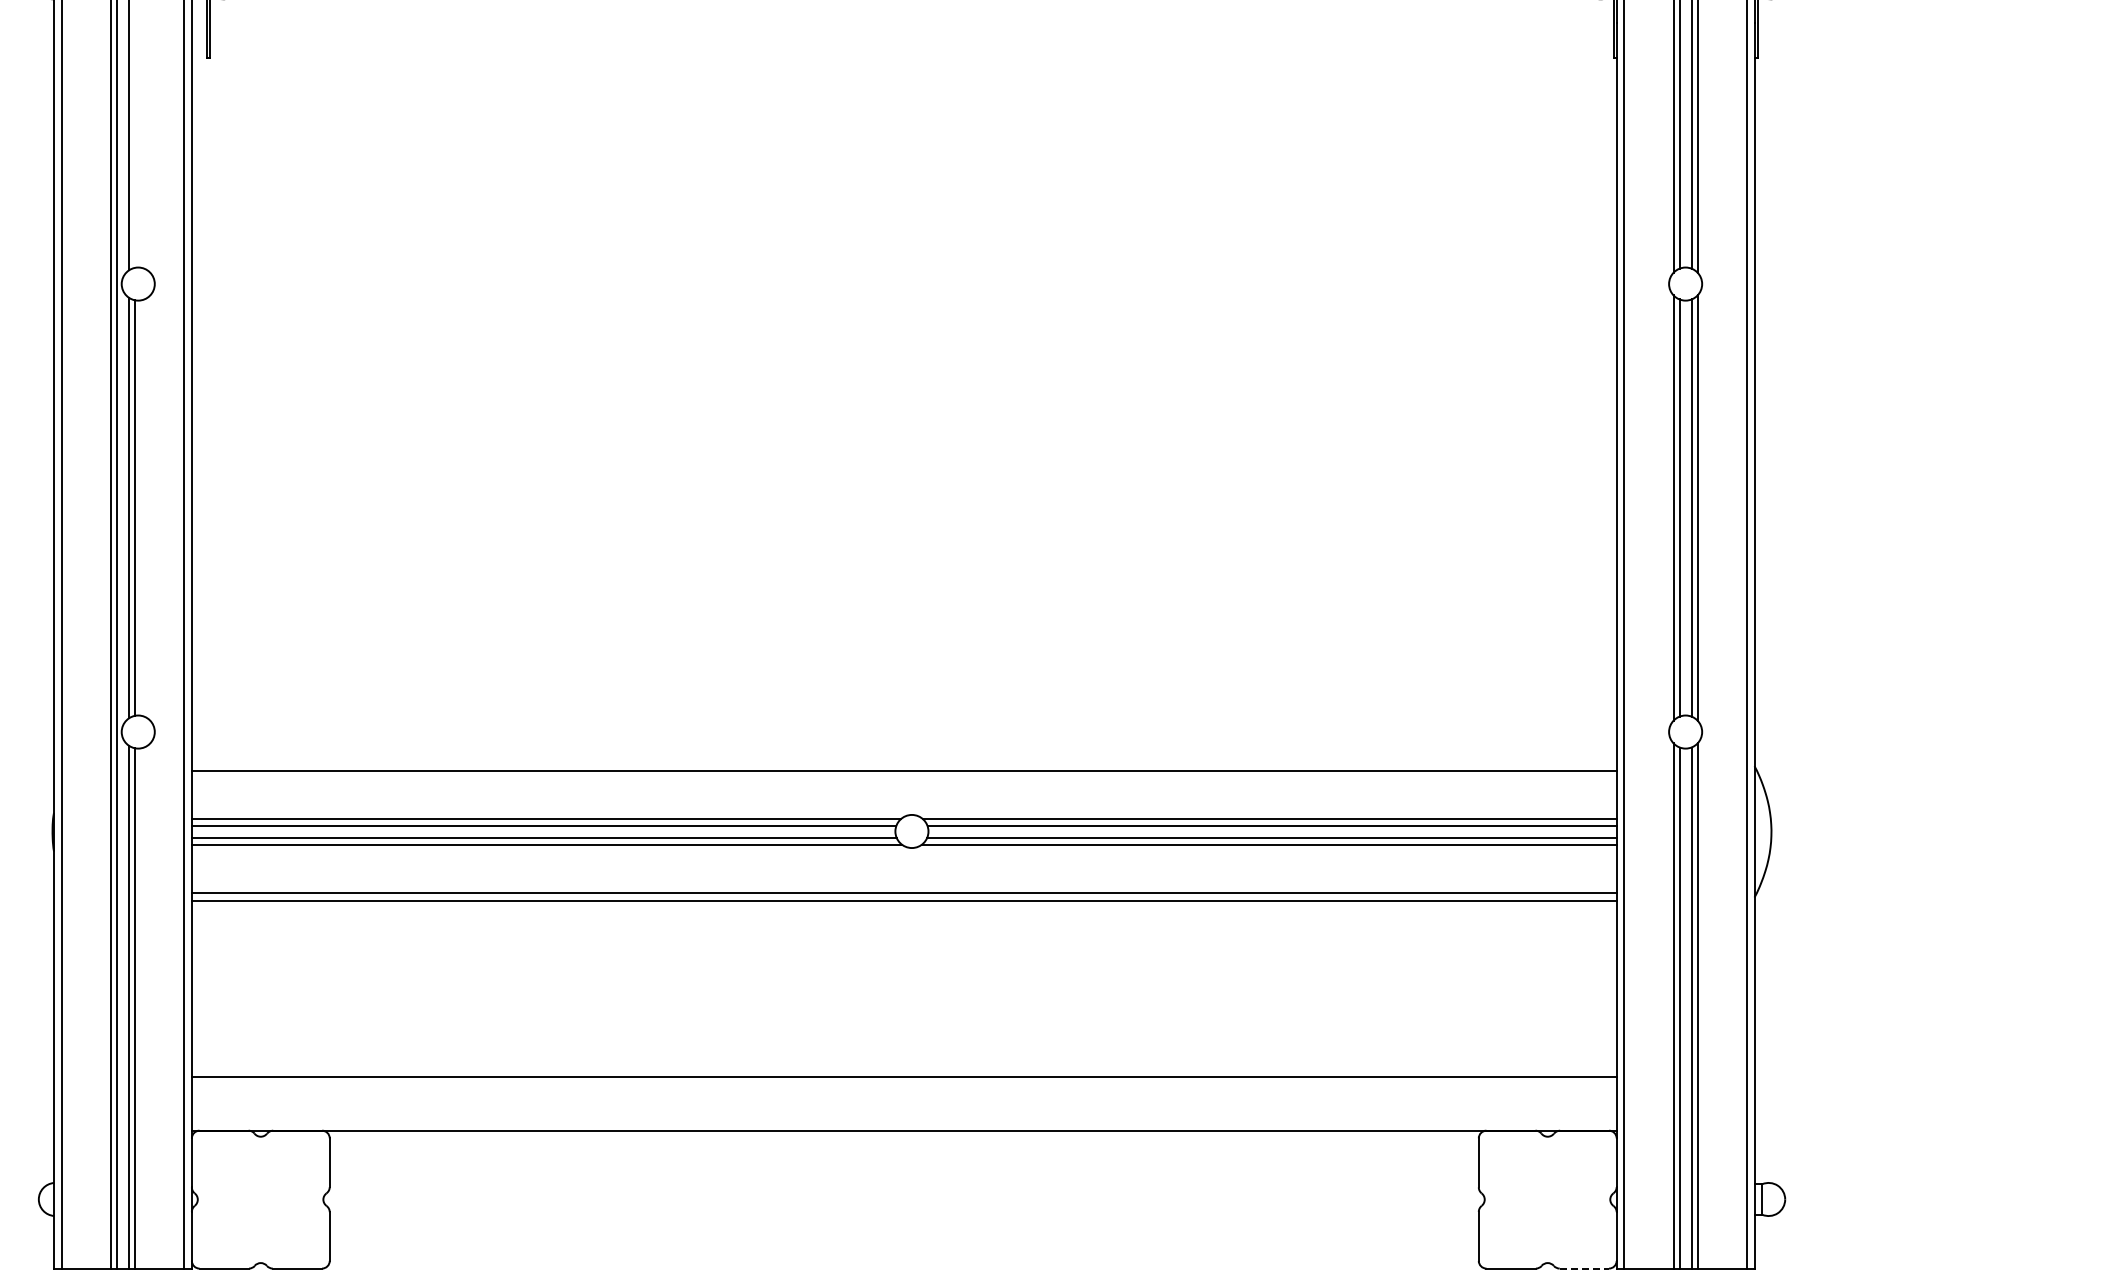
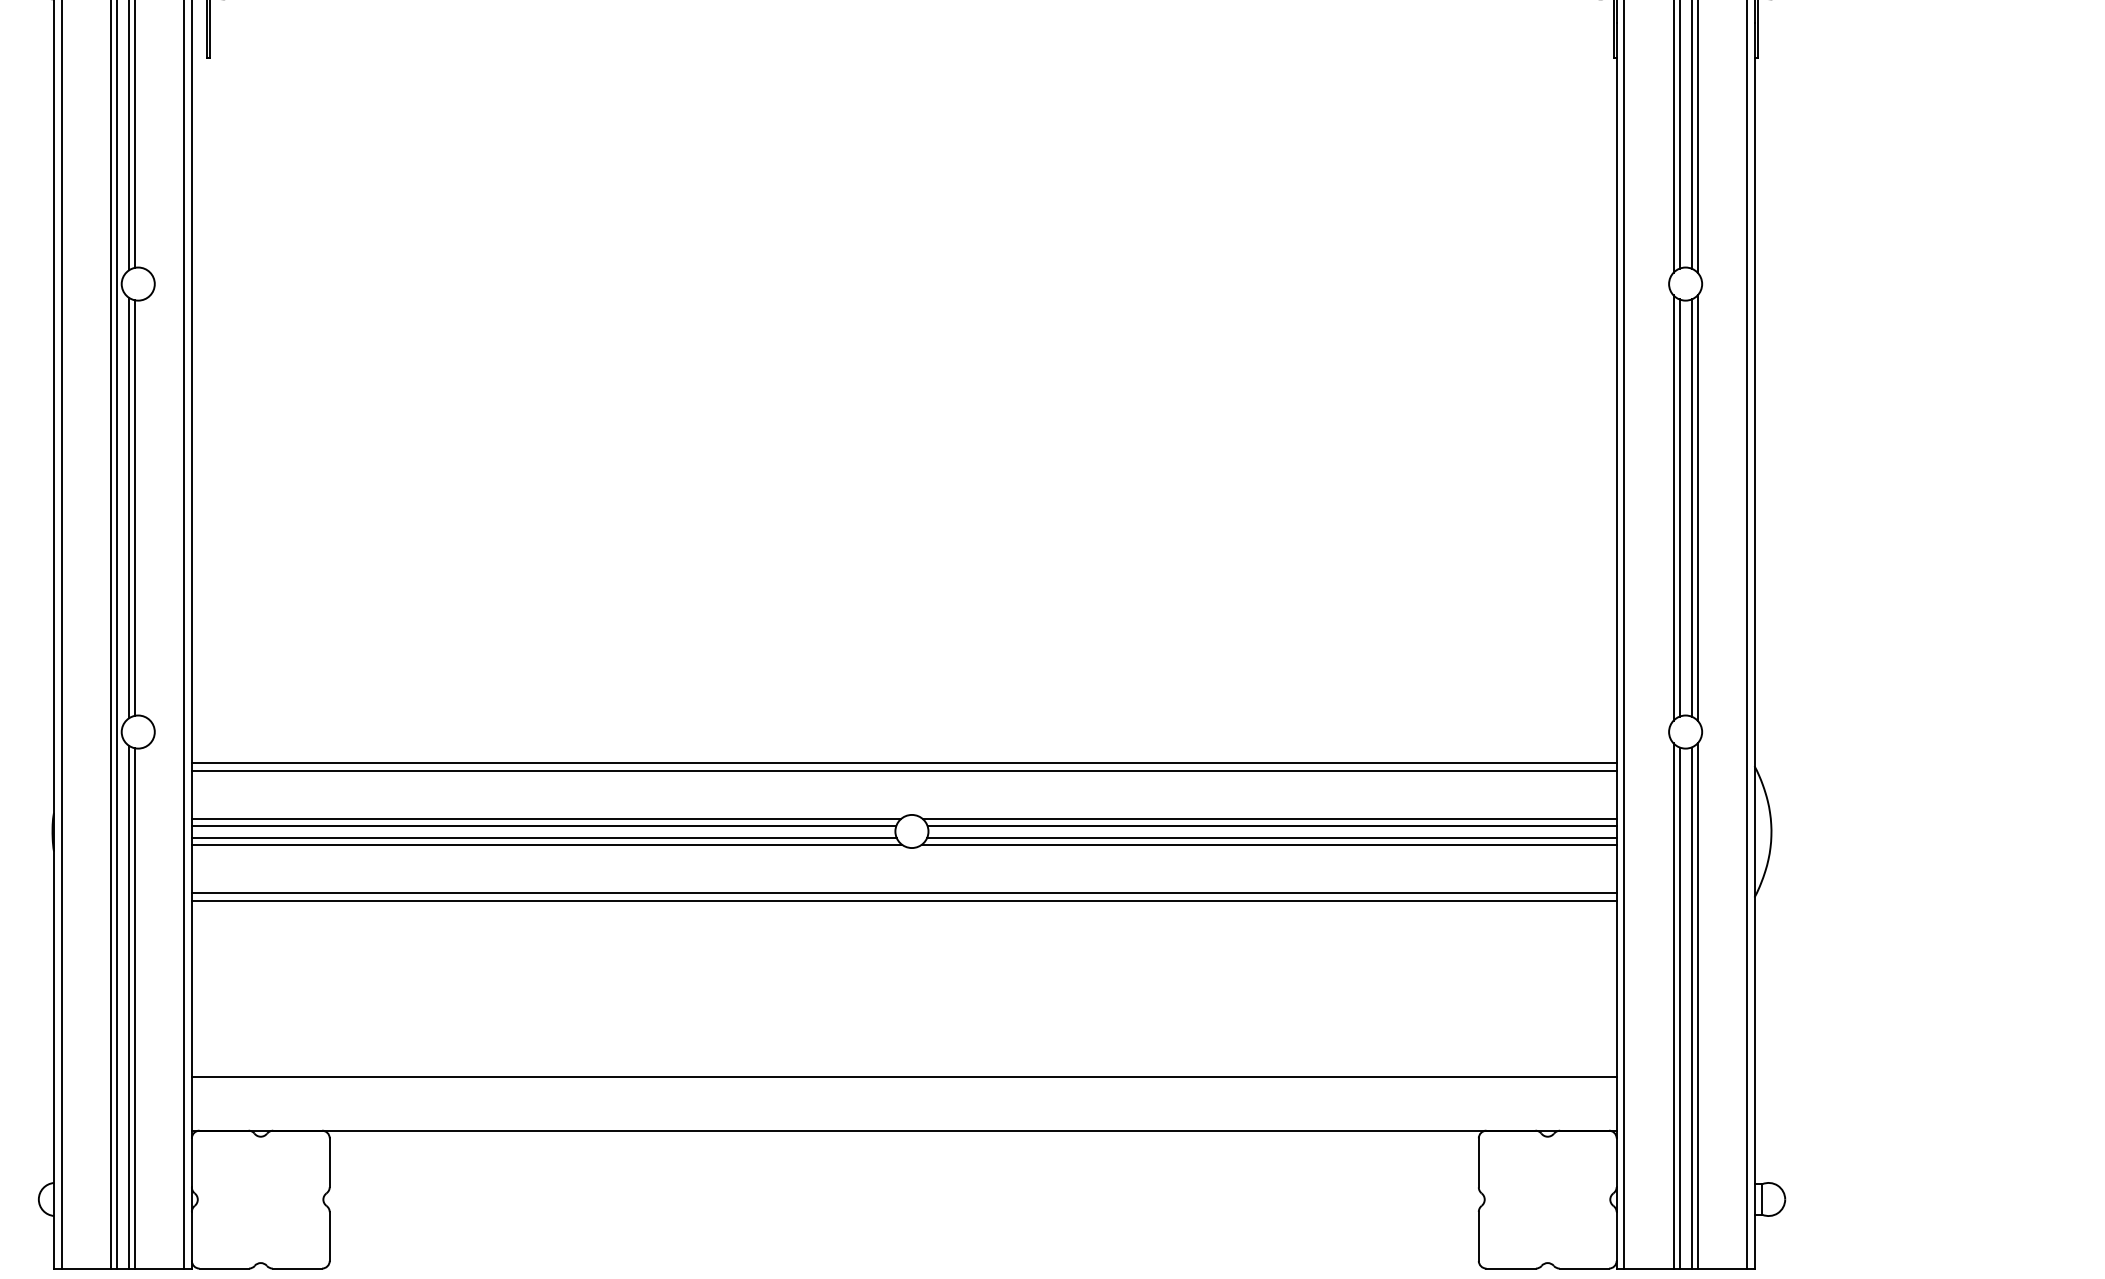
line at (135, 134): none -> present
line at (903, 763): none -> present
line at (1584, 1268): dashed -> solid
